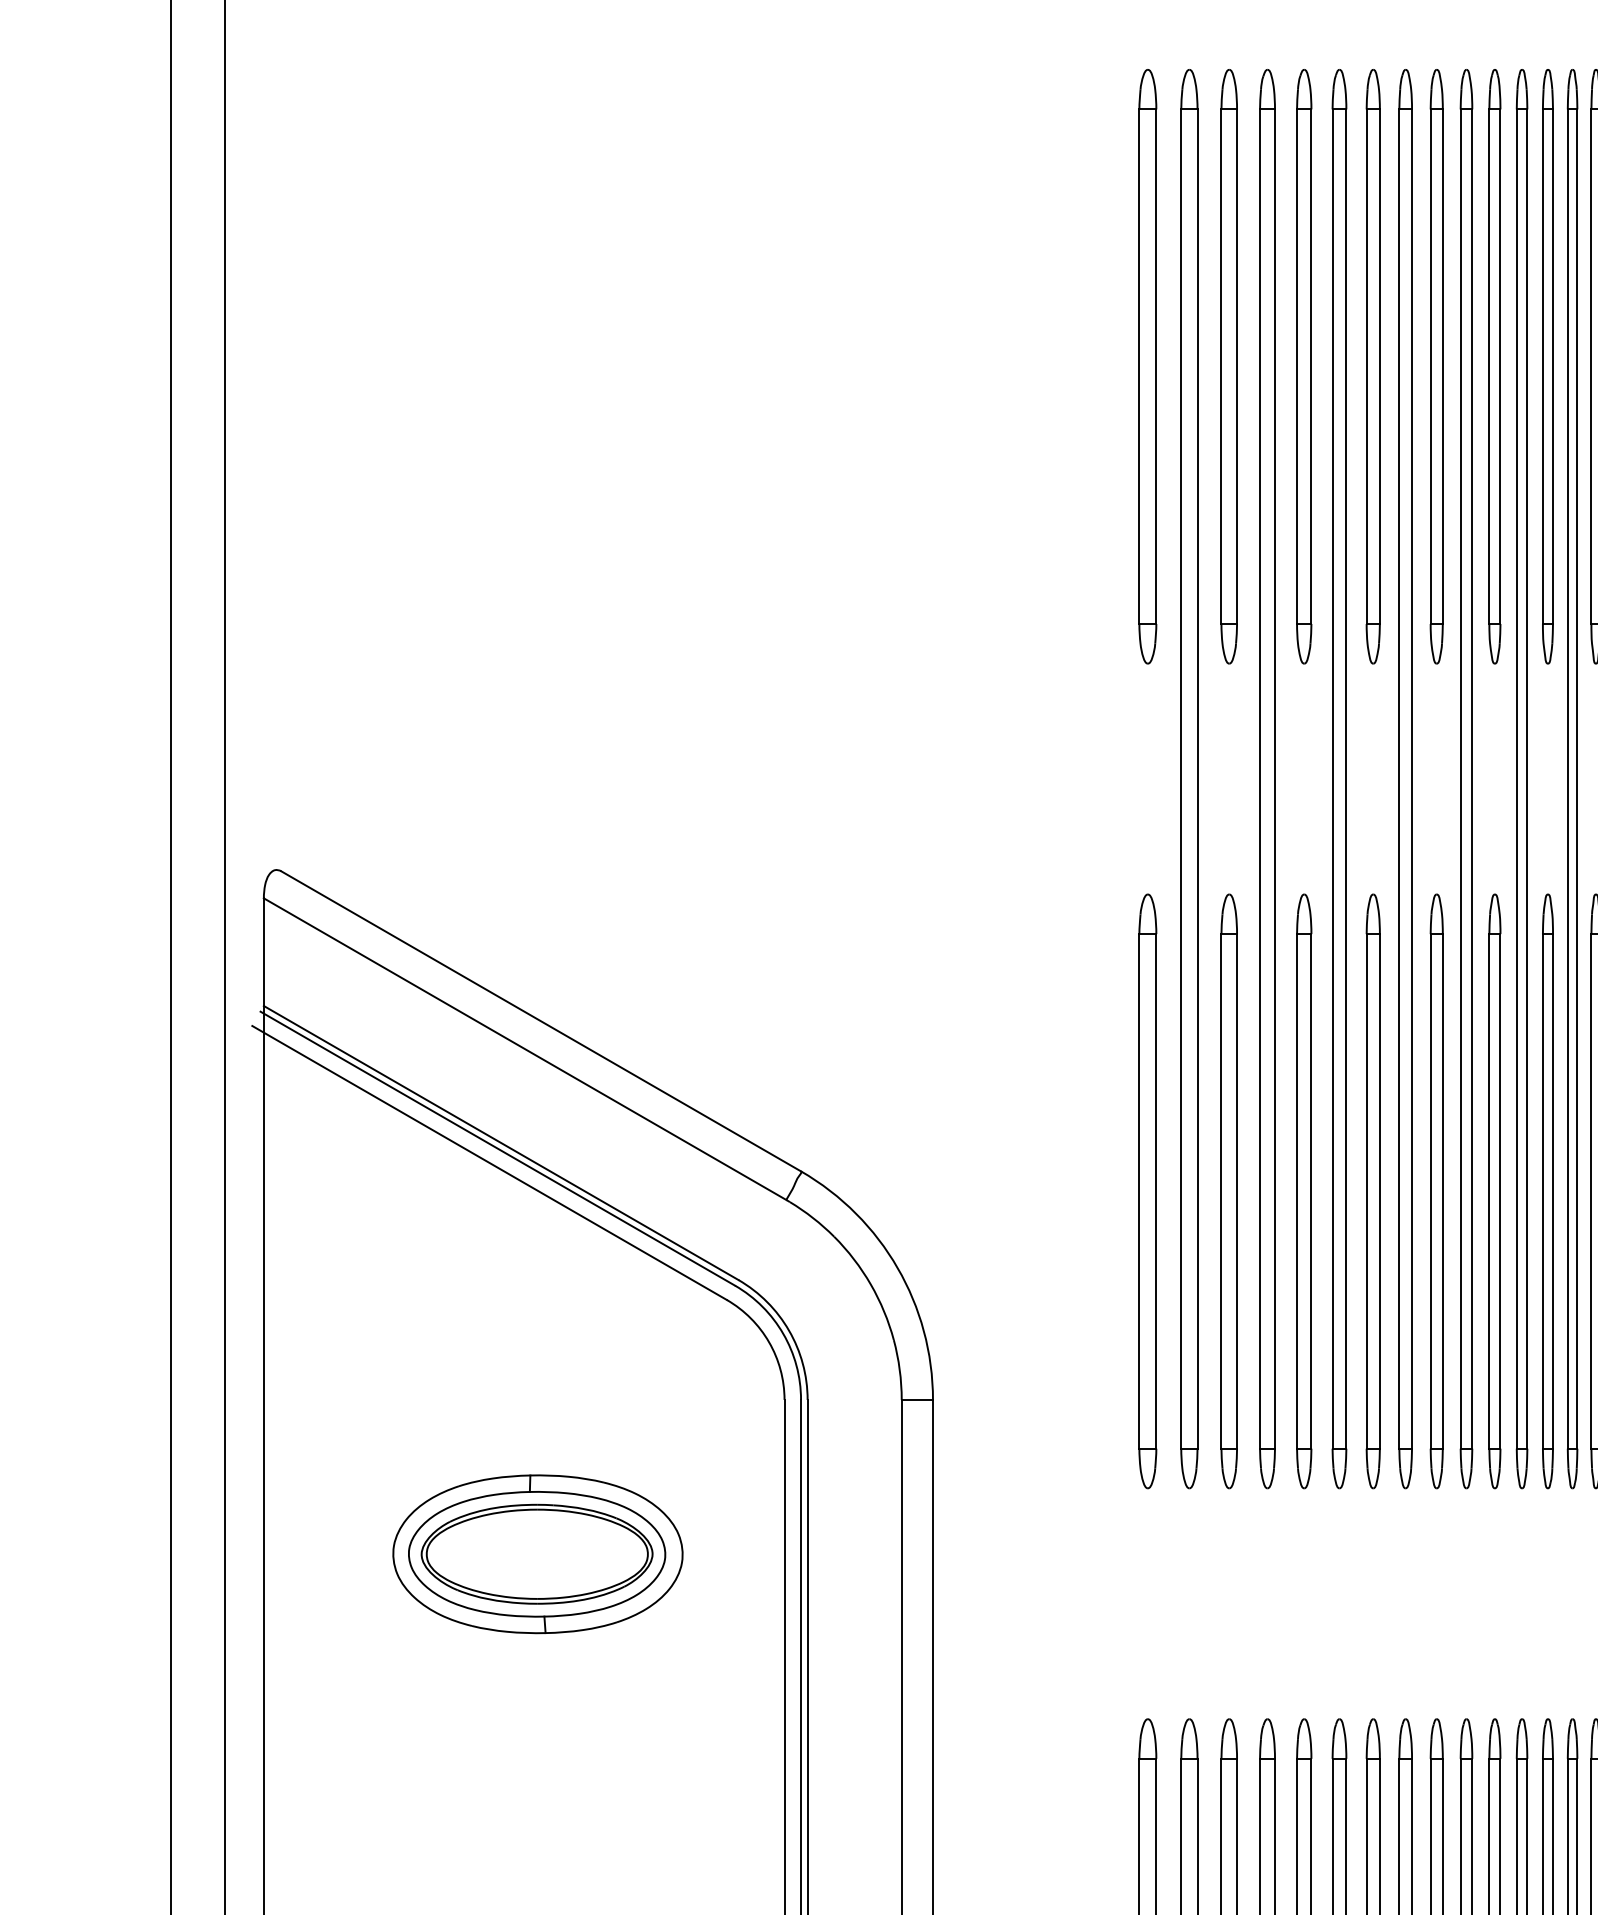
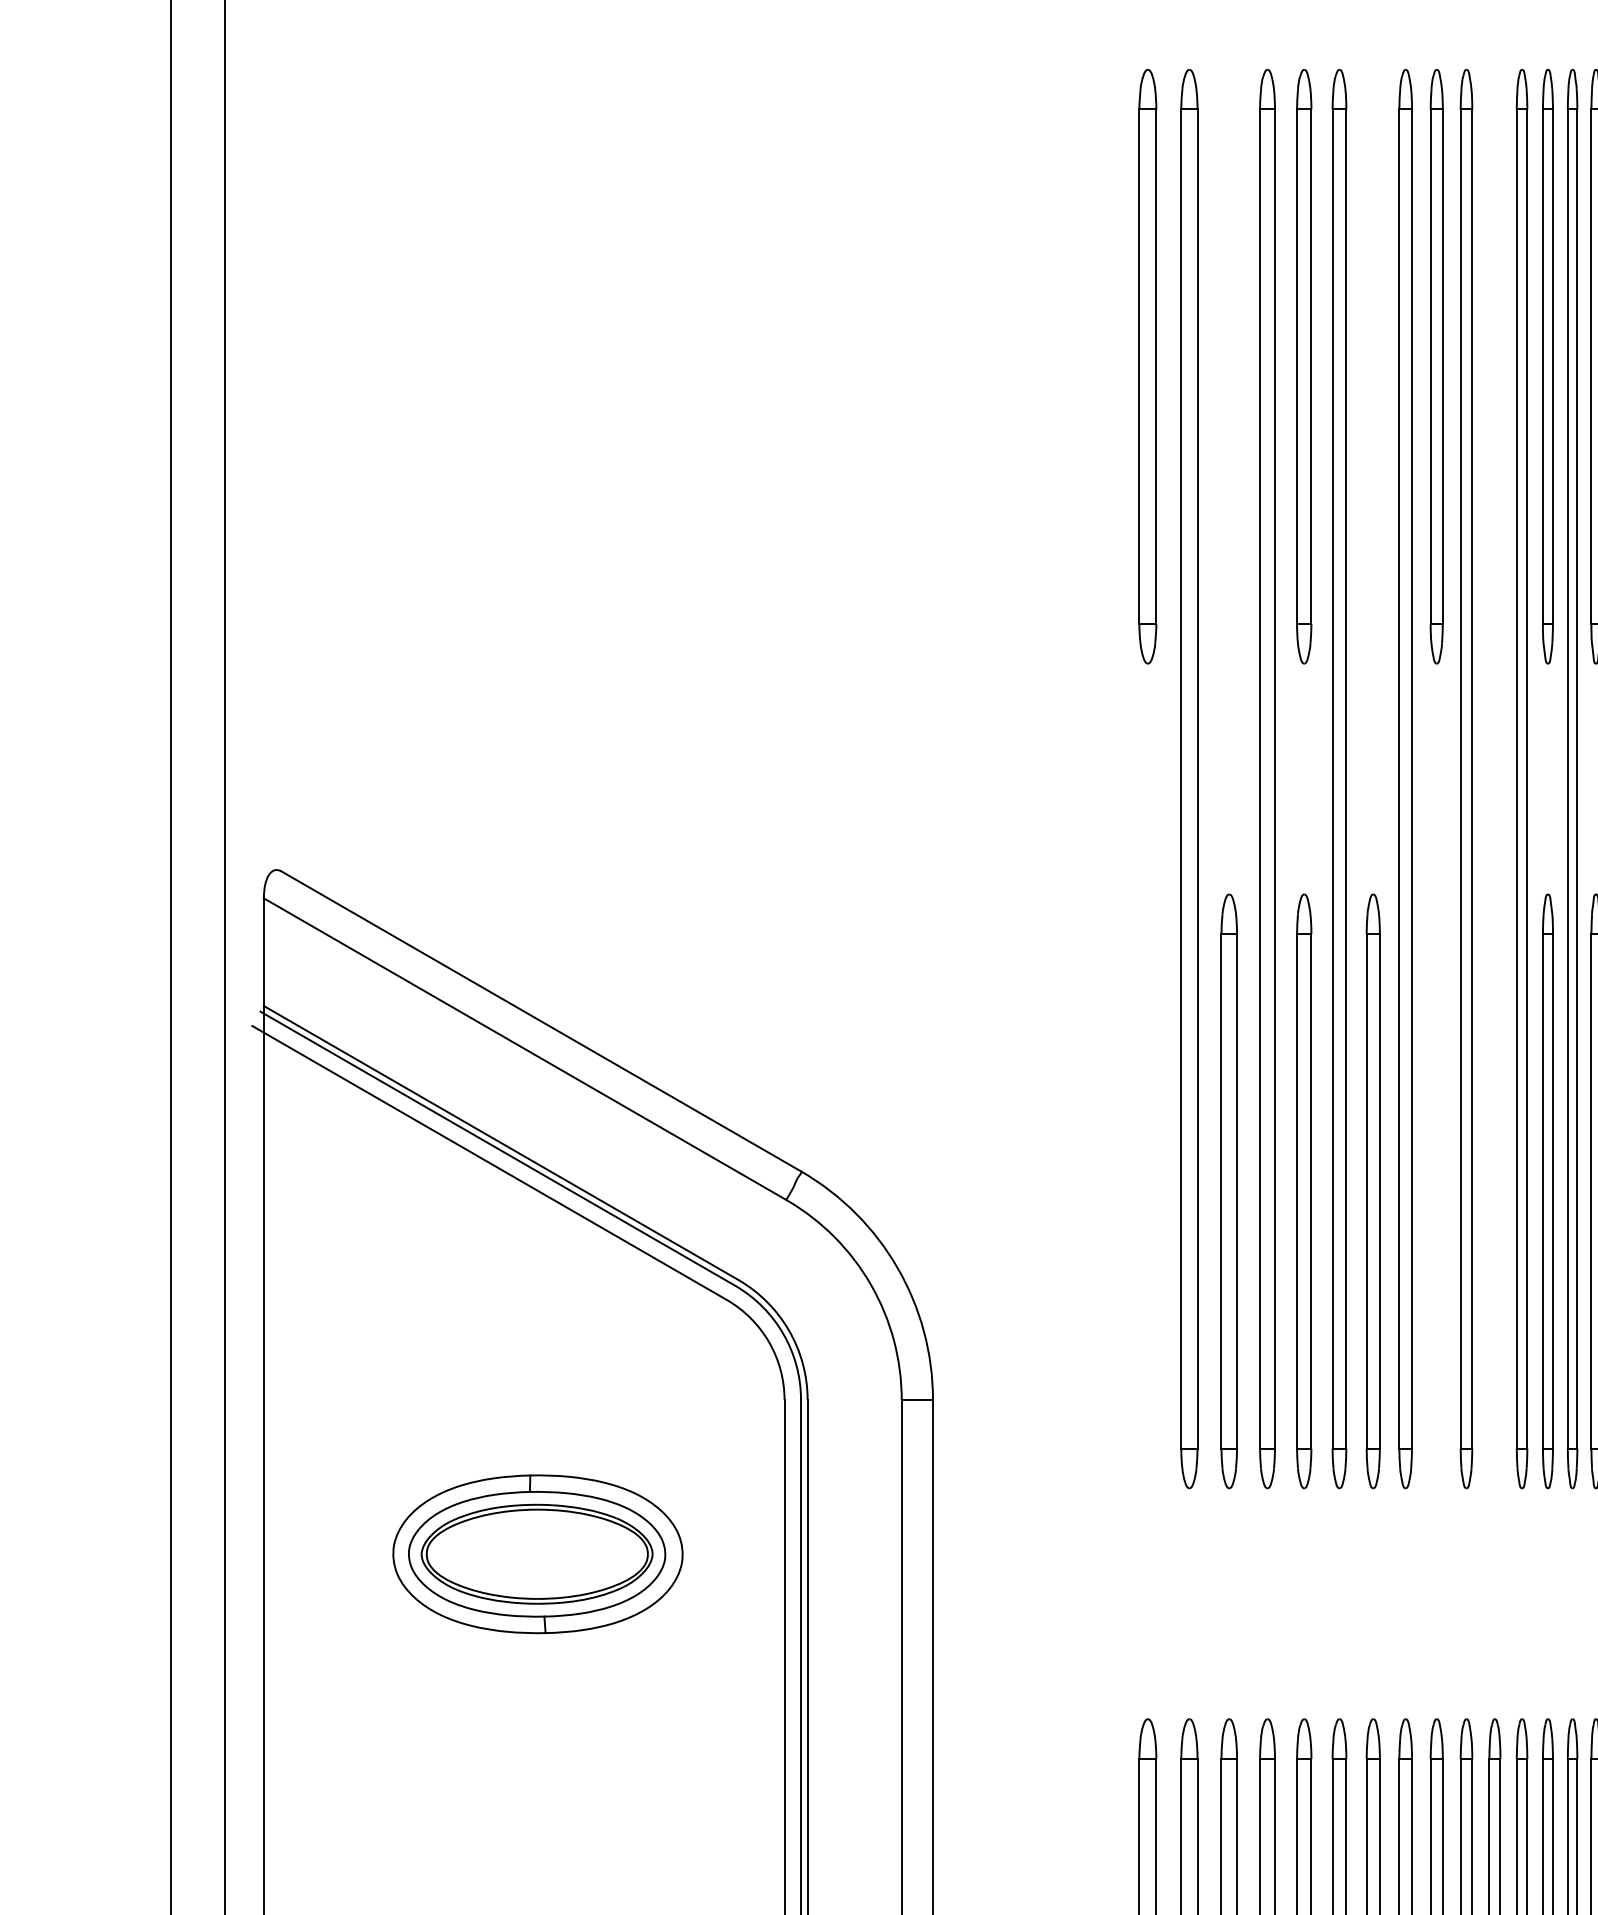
part at (1228, 366): present -> none
part at (1372, 366): present -> none
part at (1494, 366): present -> none
part at (1147, 1191): present -> none
part at (1436, 1191): present -> none
part at (1494, 1191): present -> none
